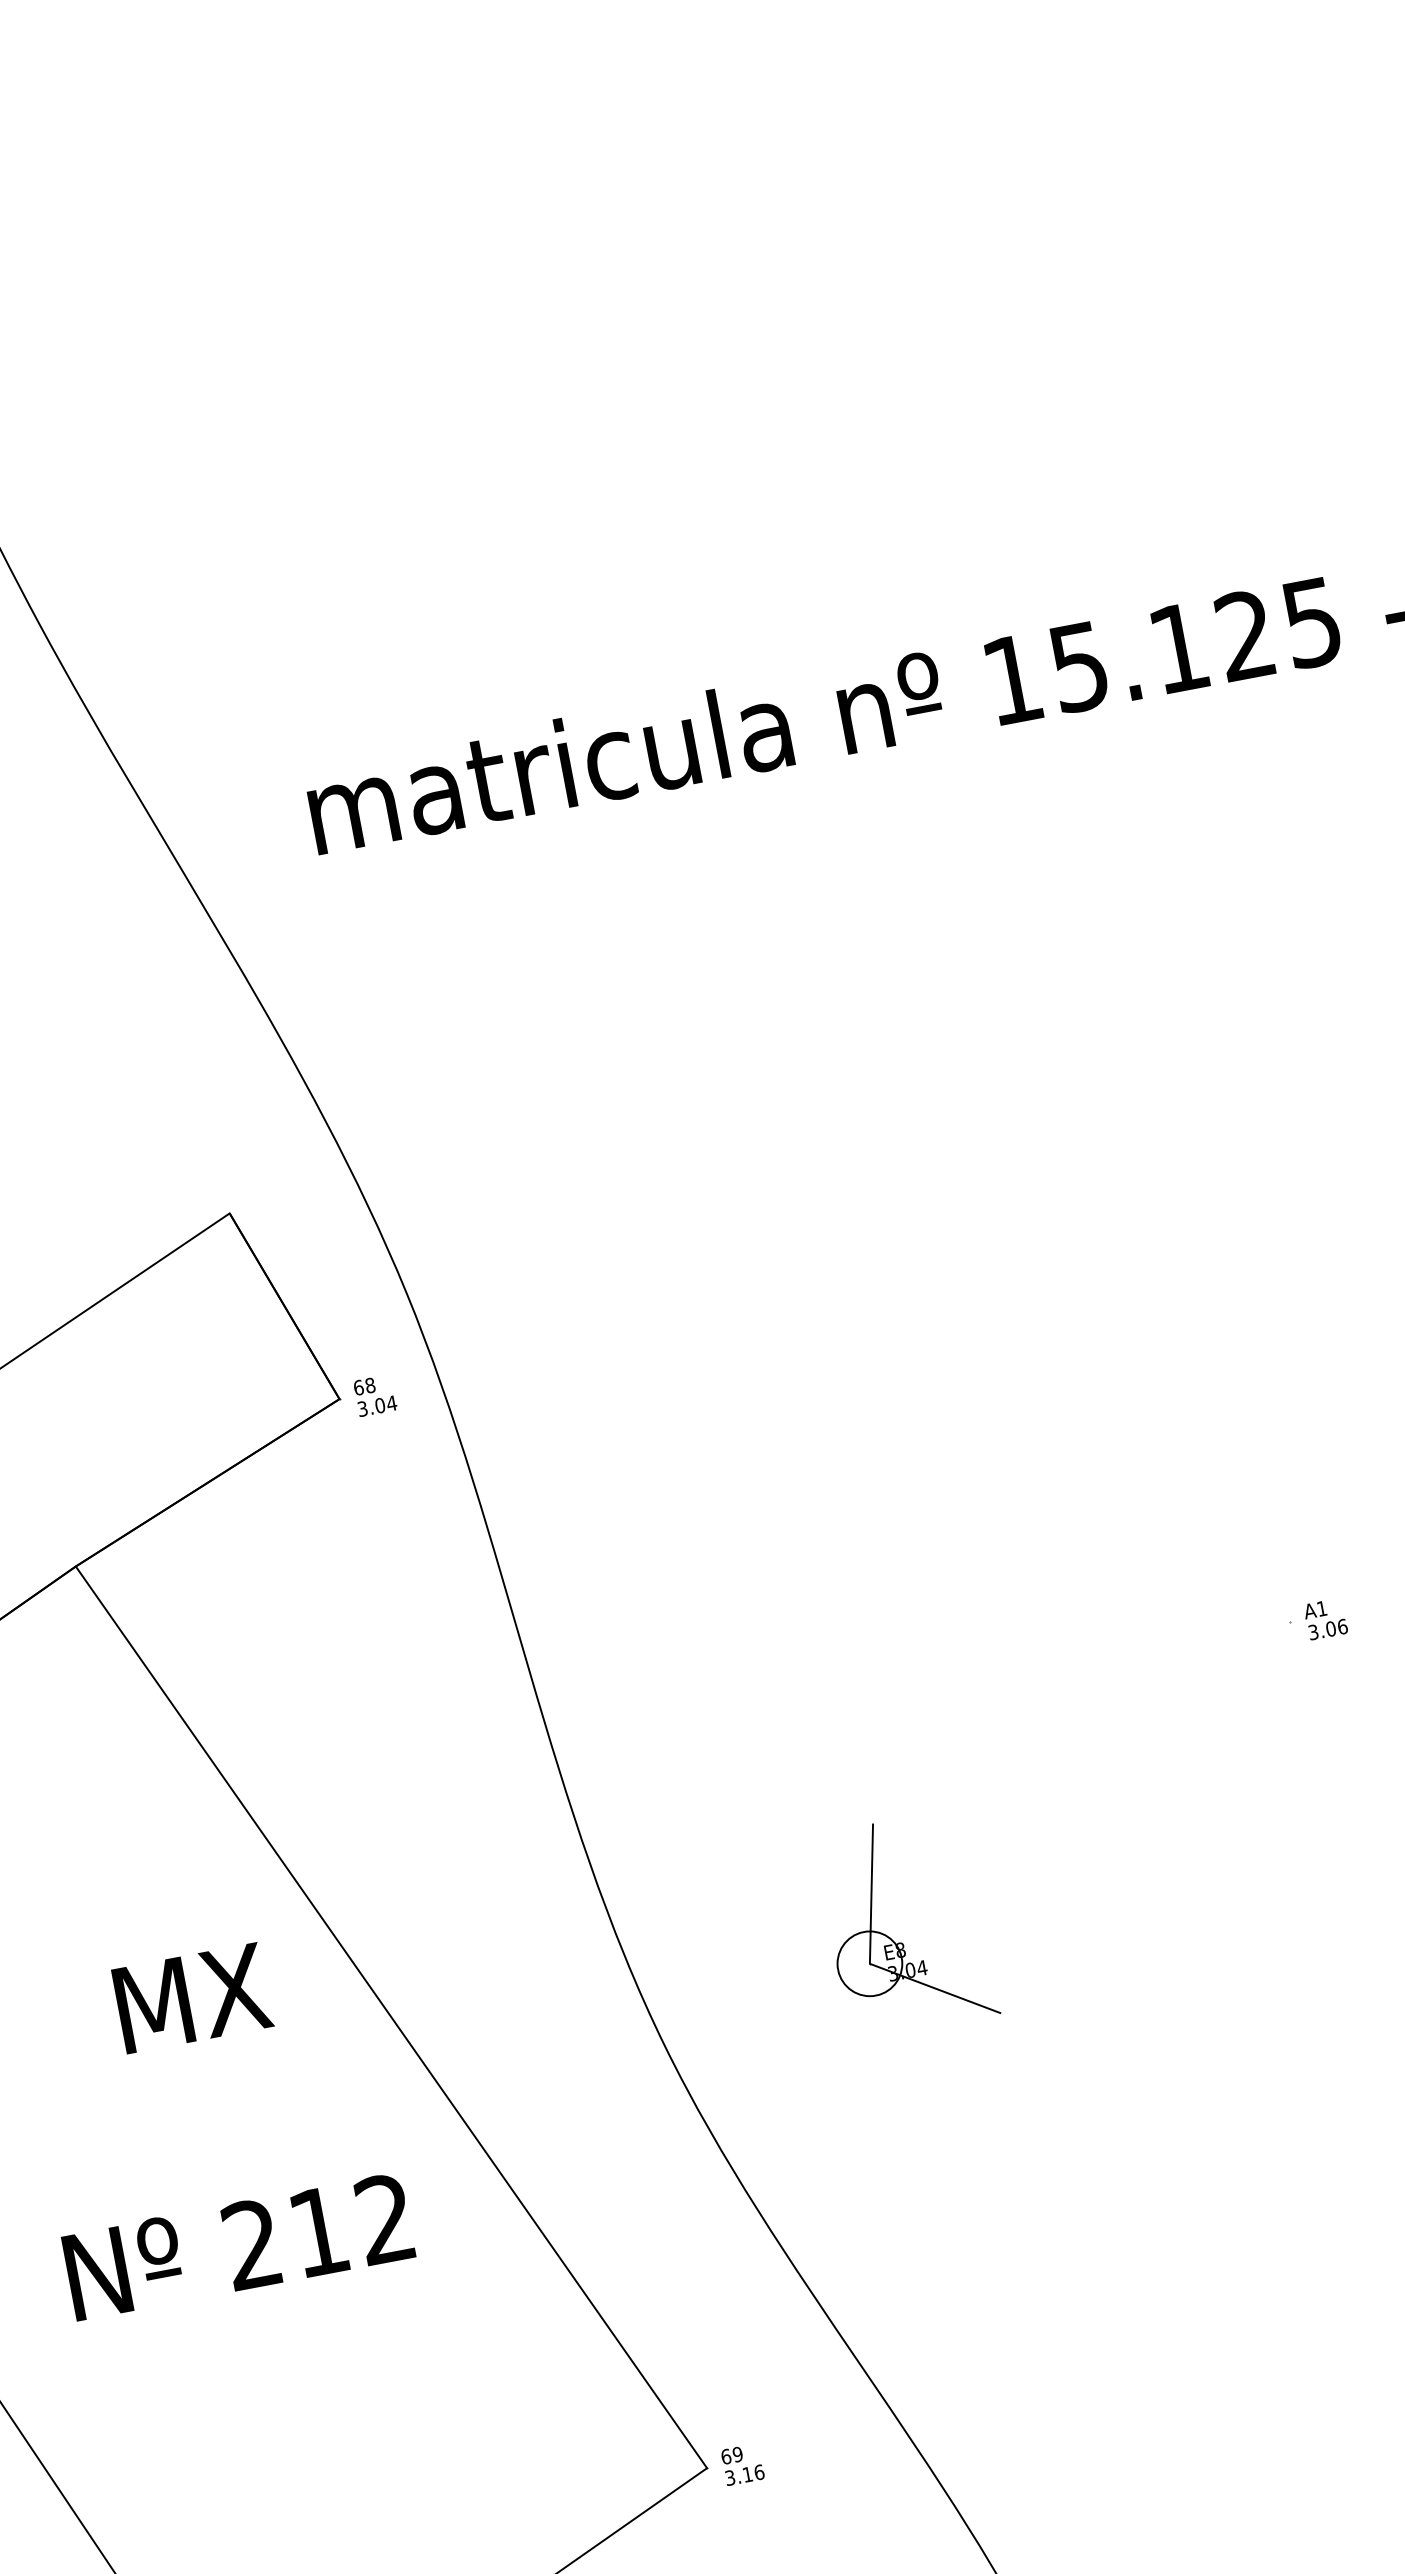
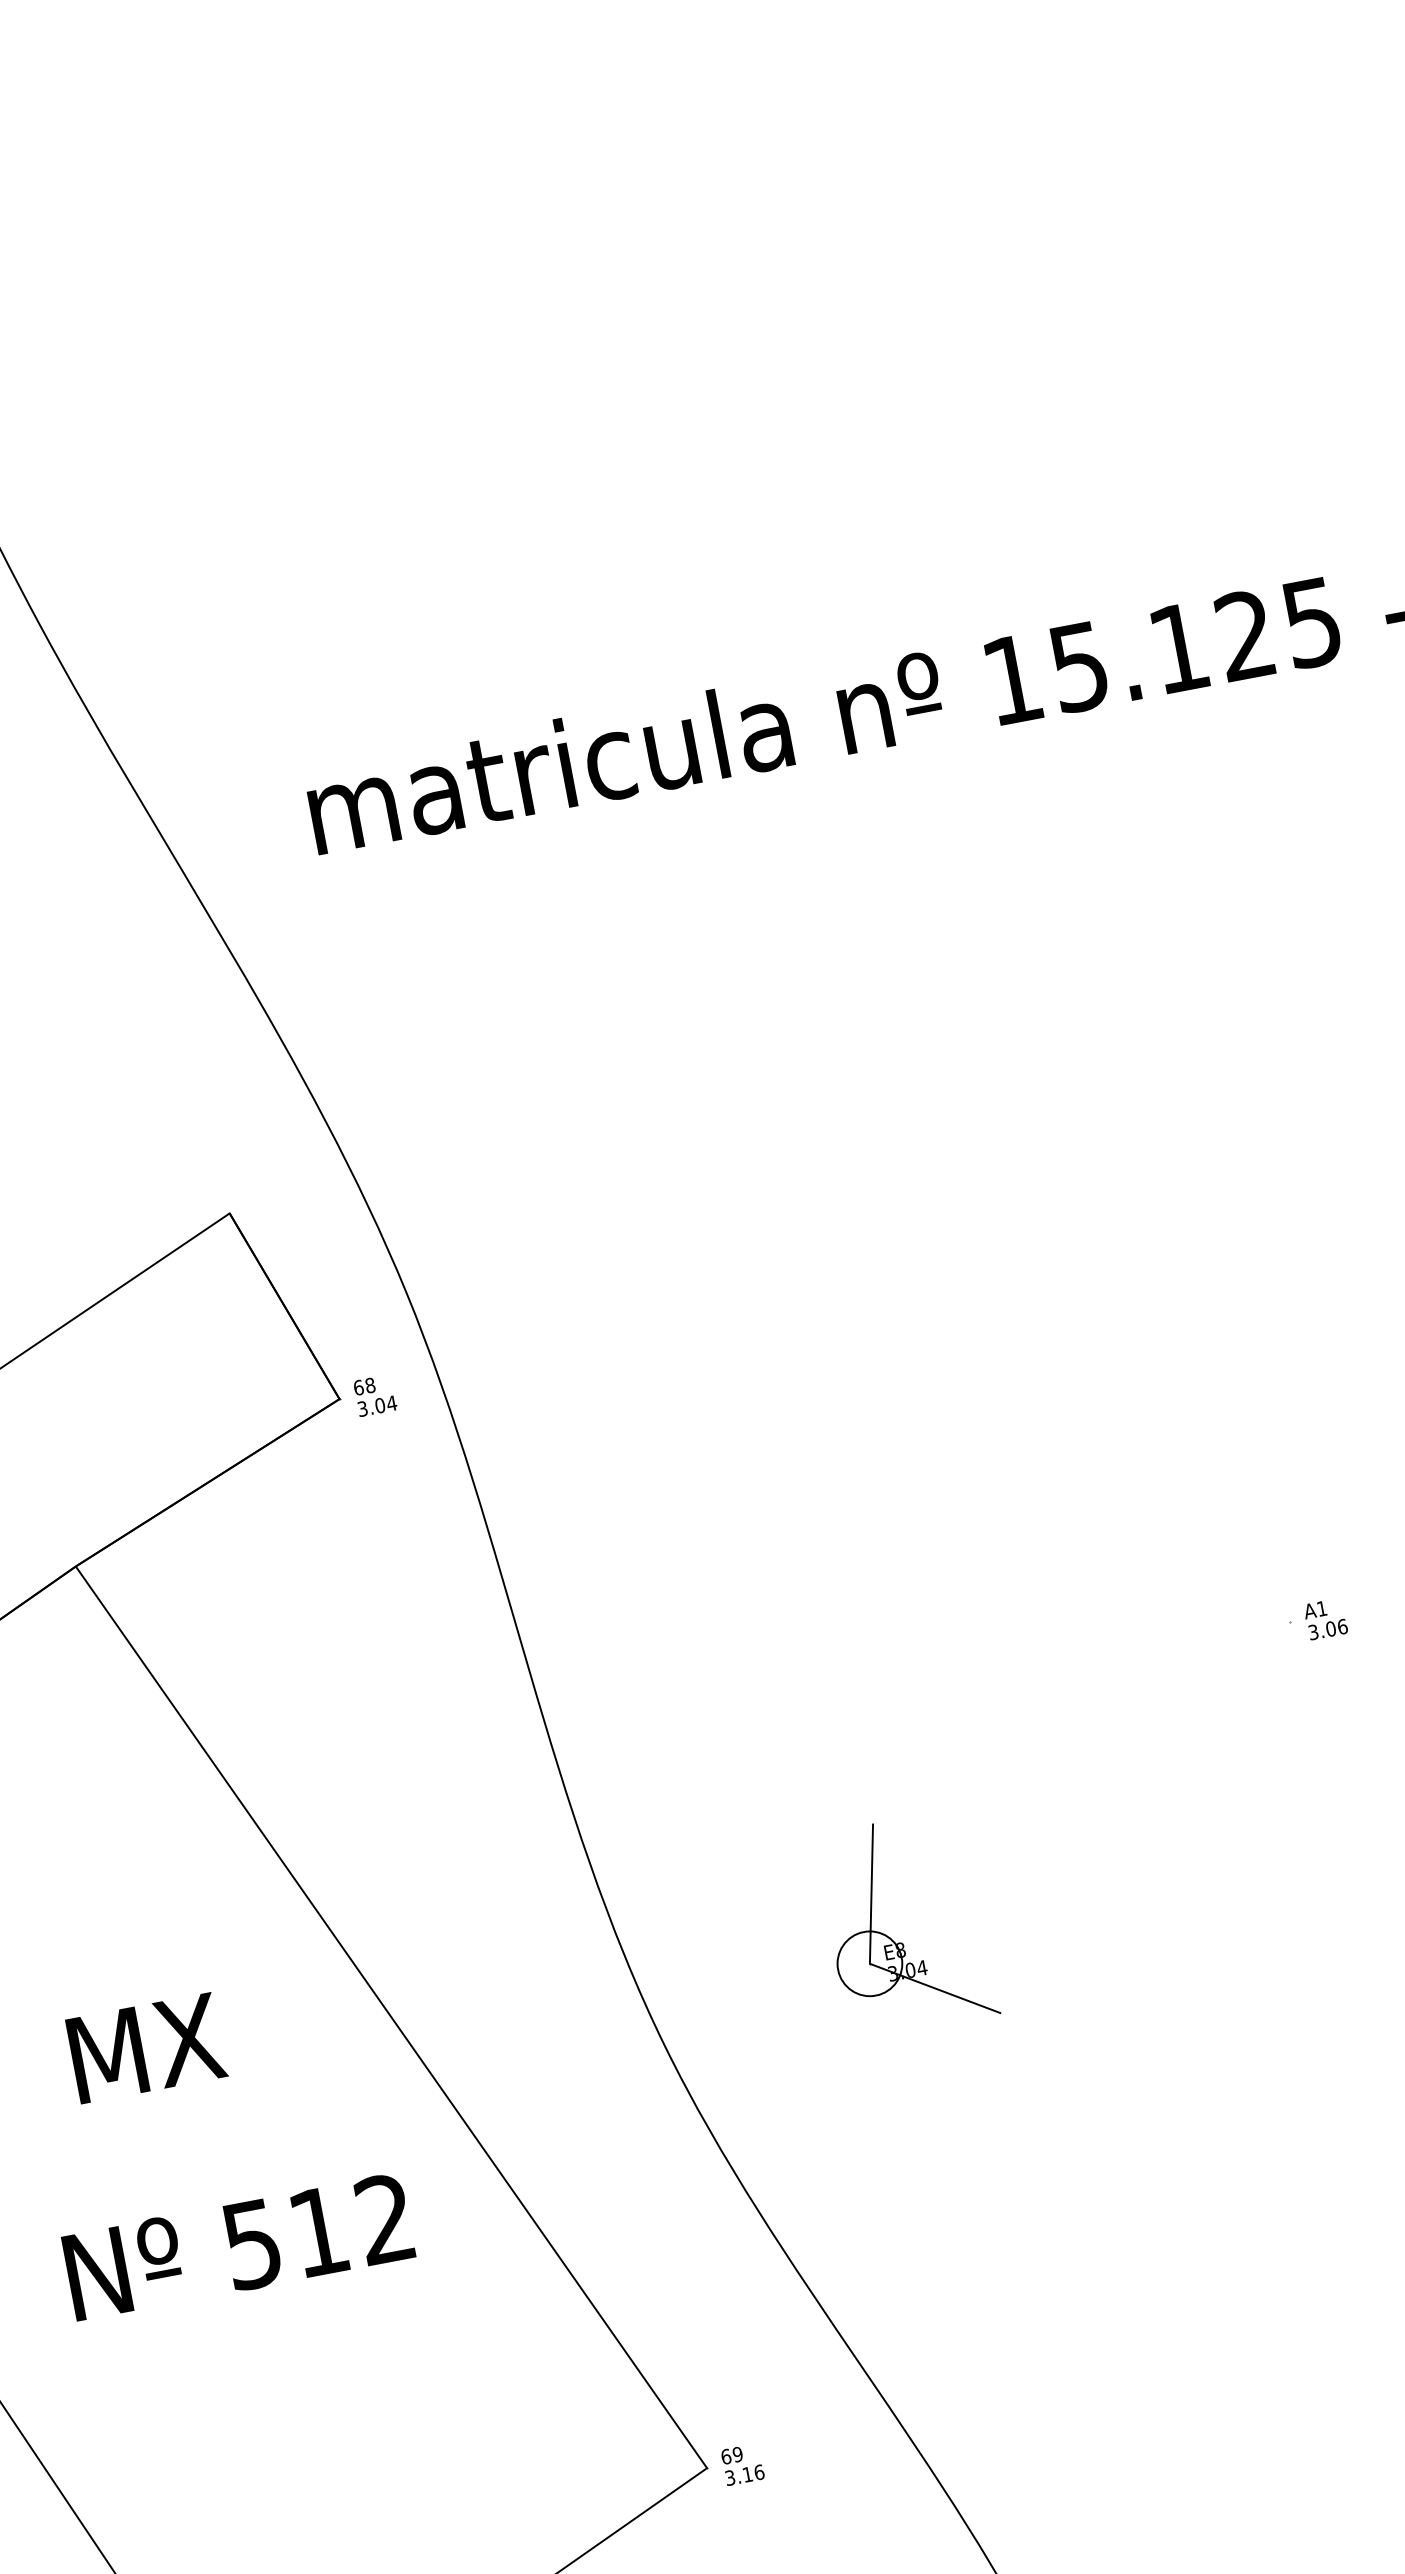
text at (193, 1998) position: (193, 1998) -> (147, 2048)
text at (251, 2244): 212 -> 512
